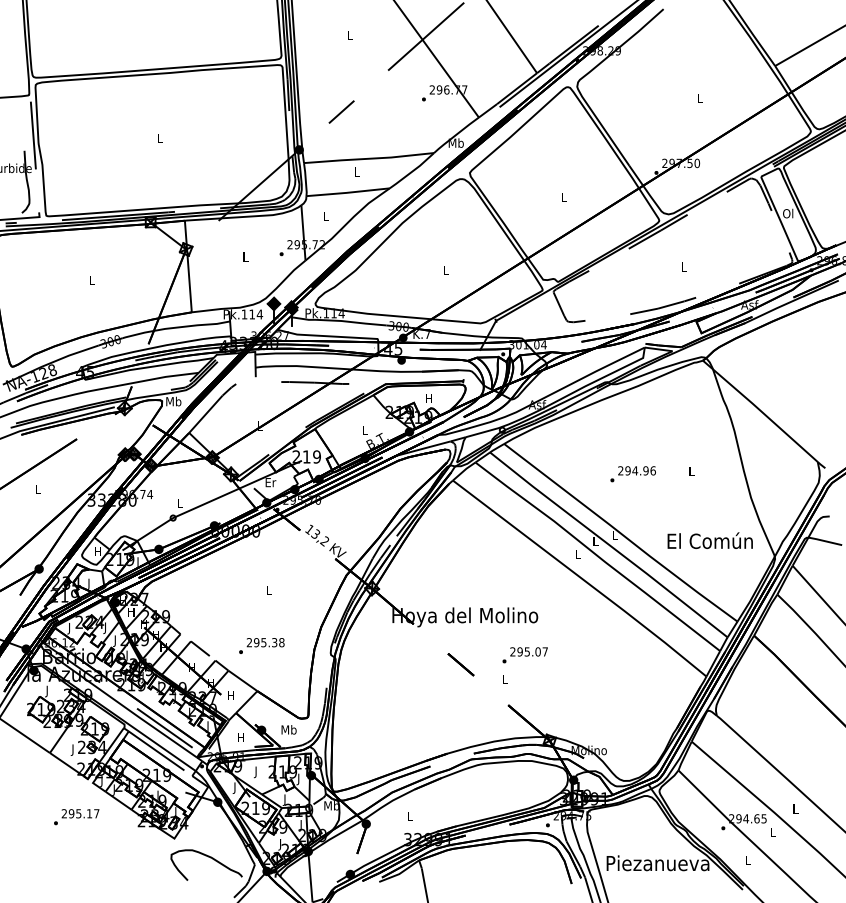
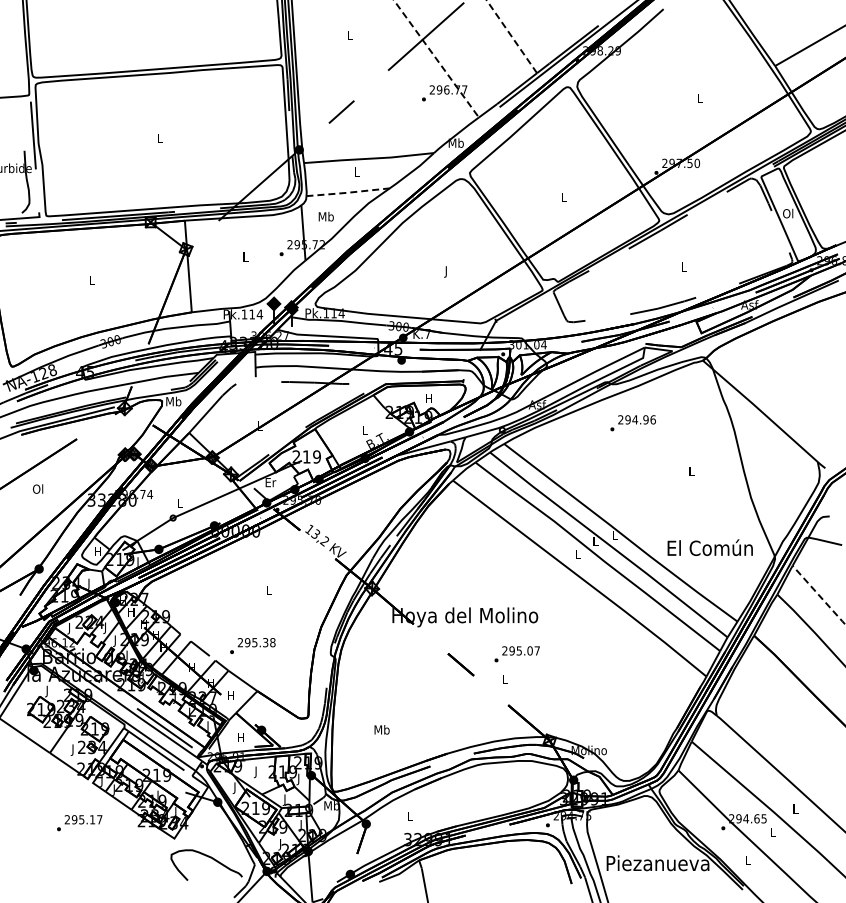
line at (511, 36): solid -> dashed
line at (436, 59): solid -> dashed
line at (347, 192): solid -> dashed
text at (325, 216): L -> Mb
text at (446, 271): L -> J
text at (632, 474) position: (632, 474) -> (632, 423)
text at (37, 488): L -> Ol
text at (709, 540) position: (709, 540) -> (709, 547)
line at (819, 595): solid -> dashed
text at (261, 645) position: (261, 645) -> (252, 645)
text at (524, 655) position: (524, 655) -> (516, 654)
text at (288, 729) position: (288, 729) -> (381, 729)
text at (76, 817) position: (76, 817) -> (79, 823)
